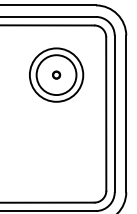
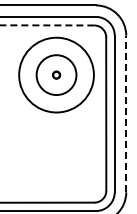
line at (47, 25): solid -> dashed
circle at (56, 74) diameter: 53 px -> 75 px
line at (126, 113): solid -> dashed
